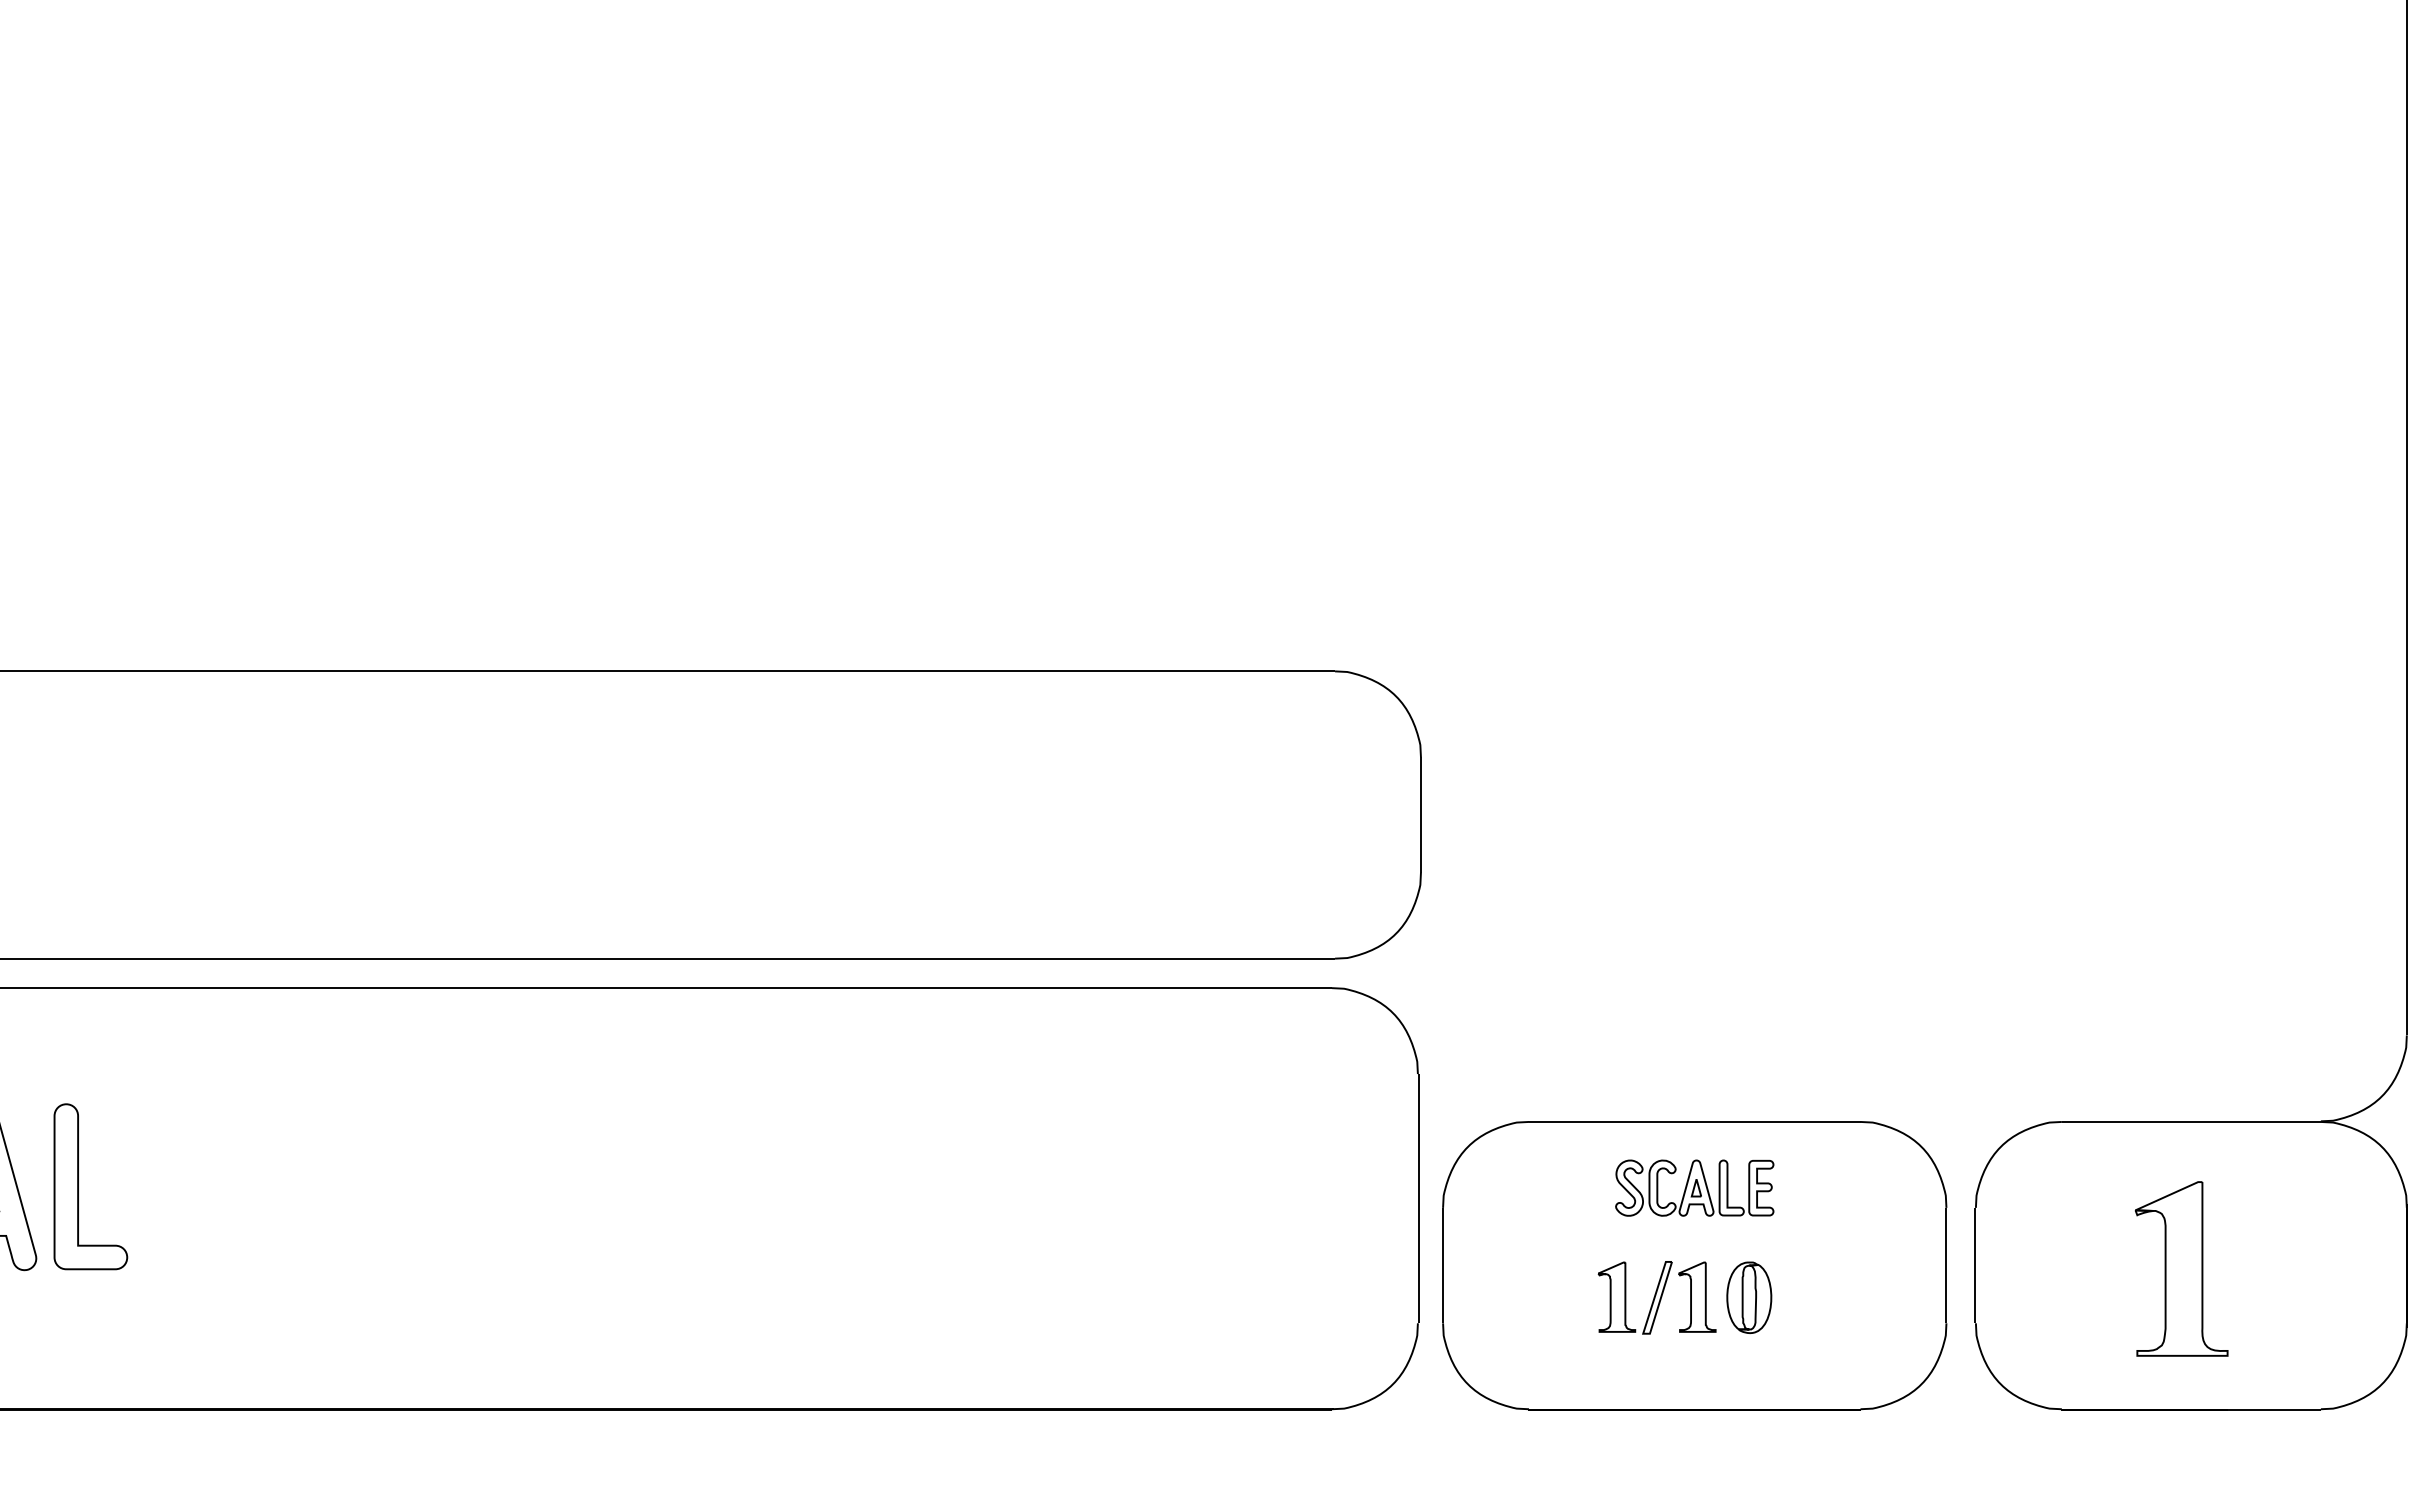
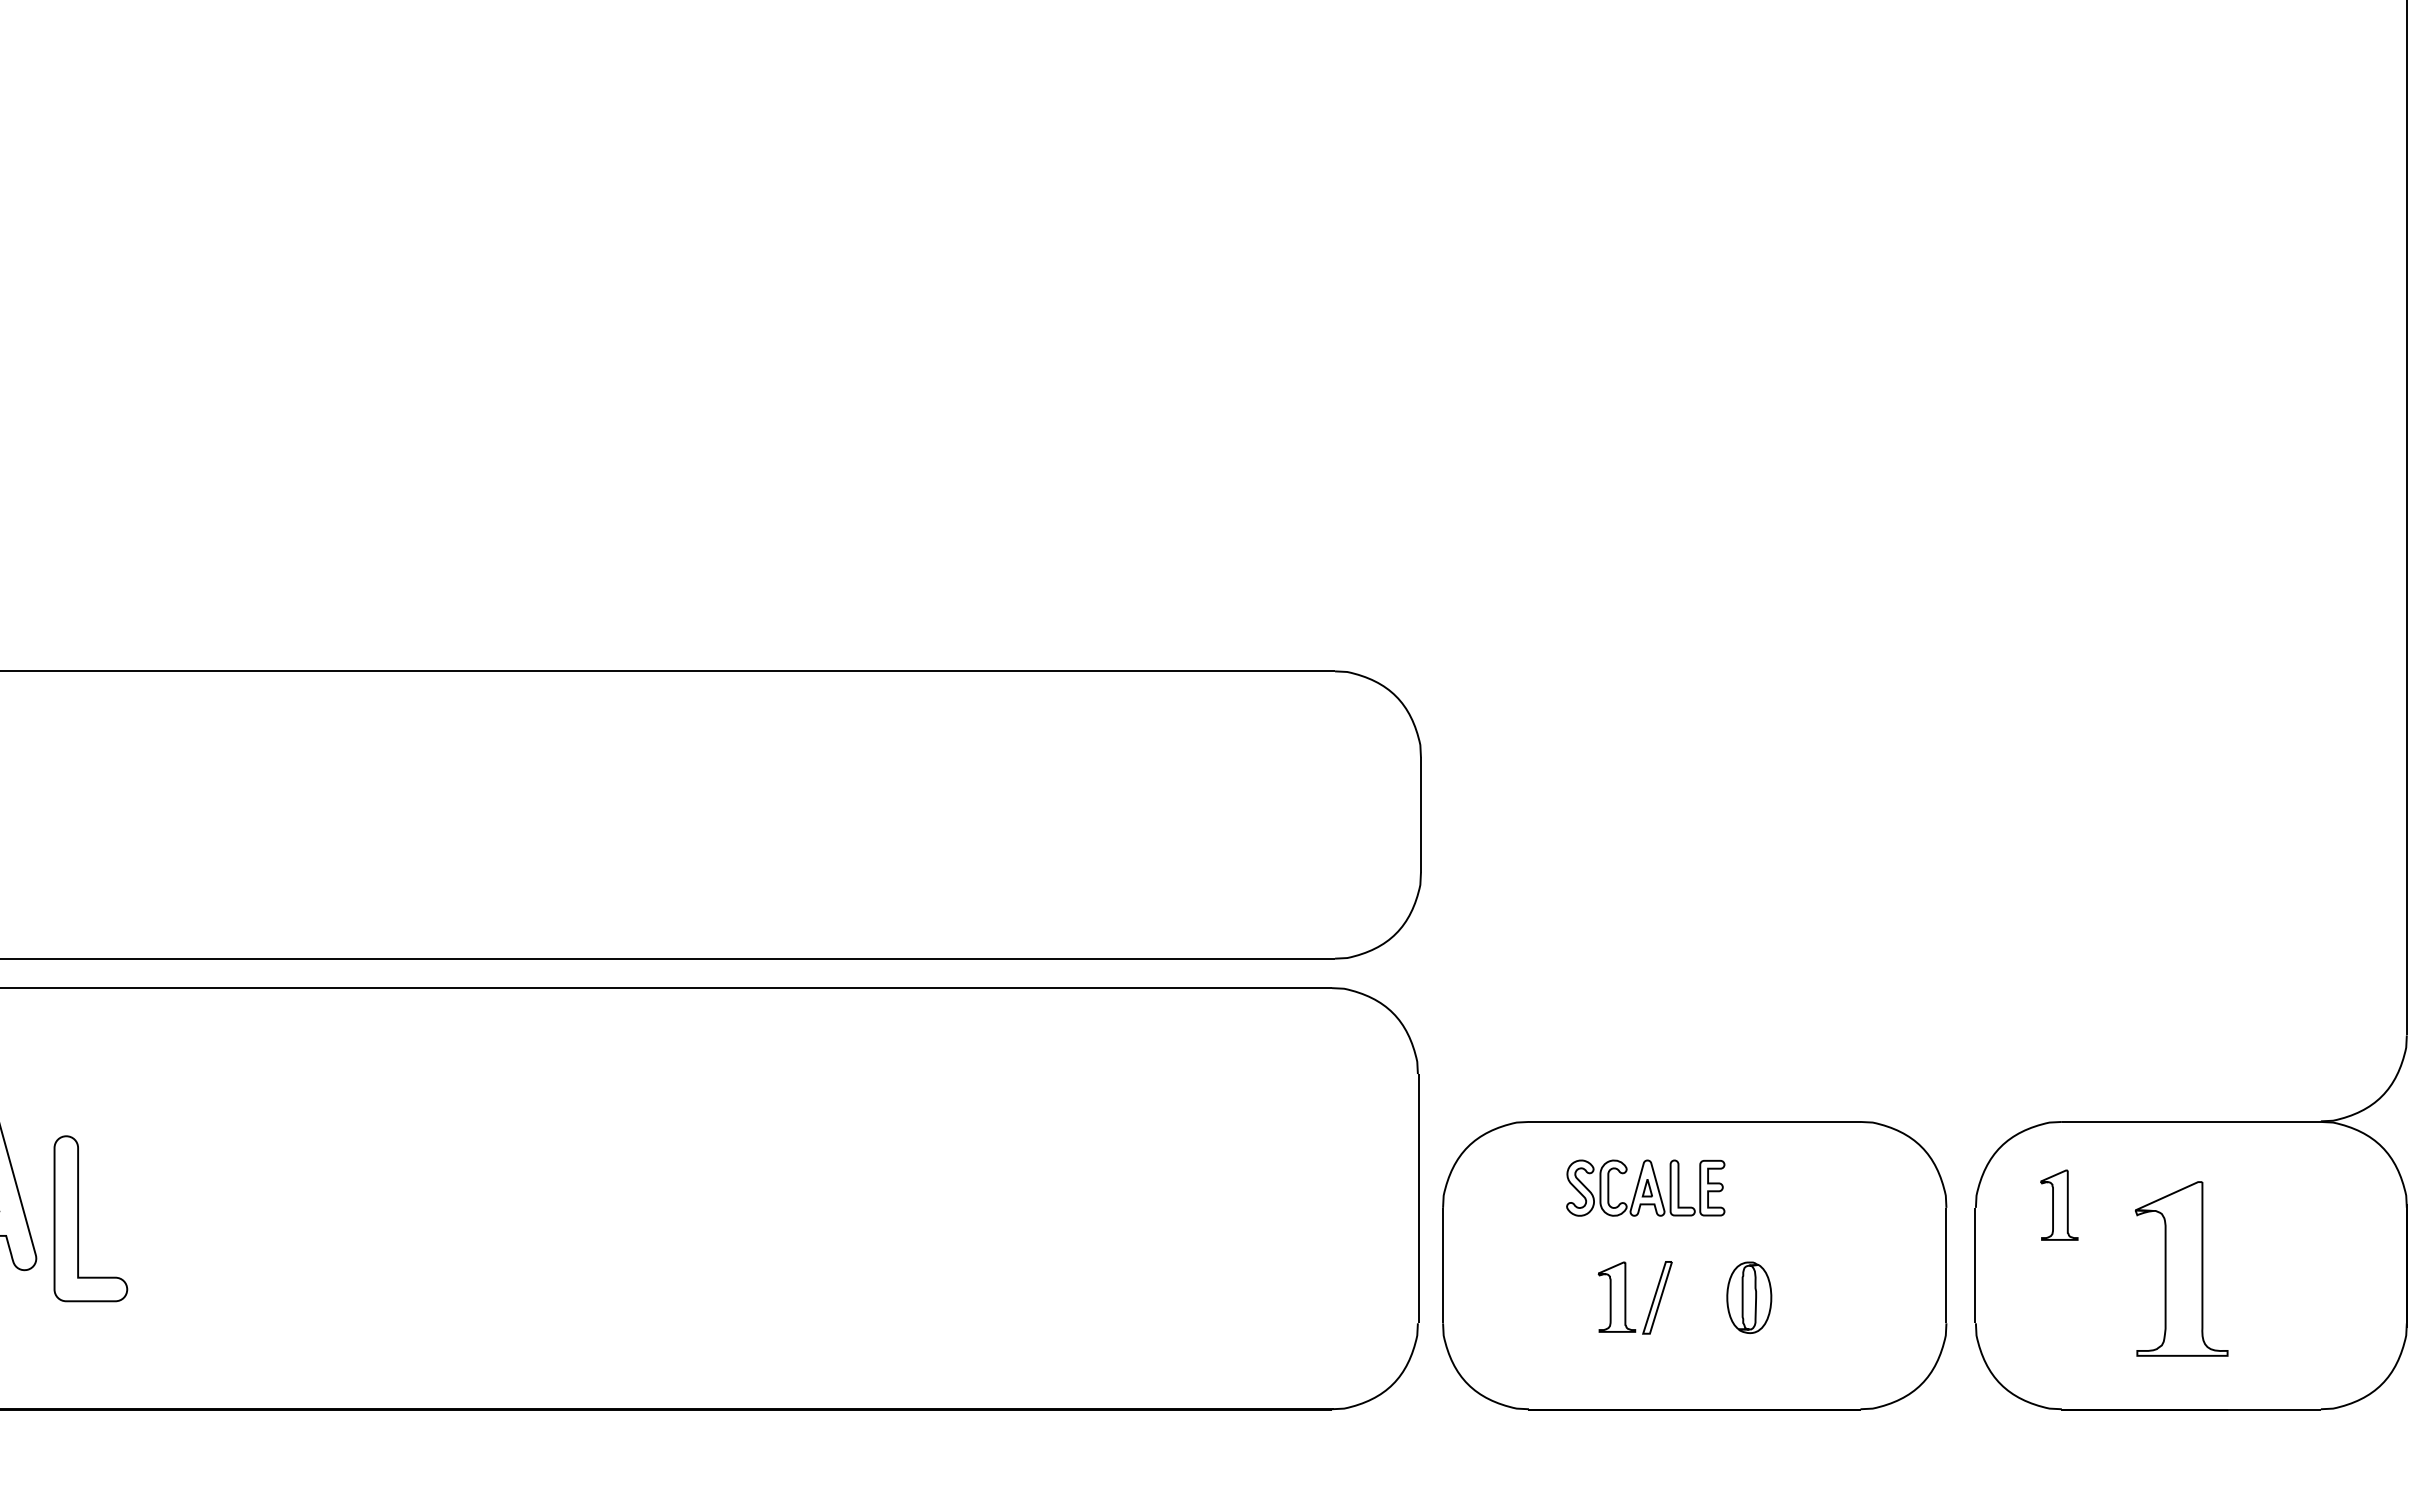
part at (78, 1186) position: (78, 1186) -> (78, 1218)
part at (1694, 1187) position: (1694, 1187) -> (1645, 1187)
part at (1697, 1296) position: (1697, 1296) -> (2059, 1204)
